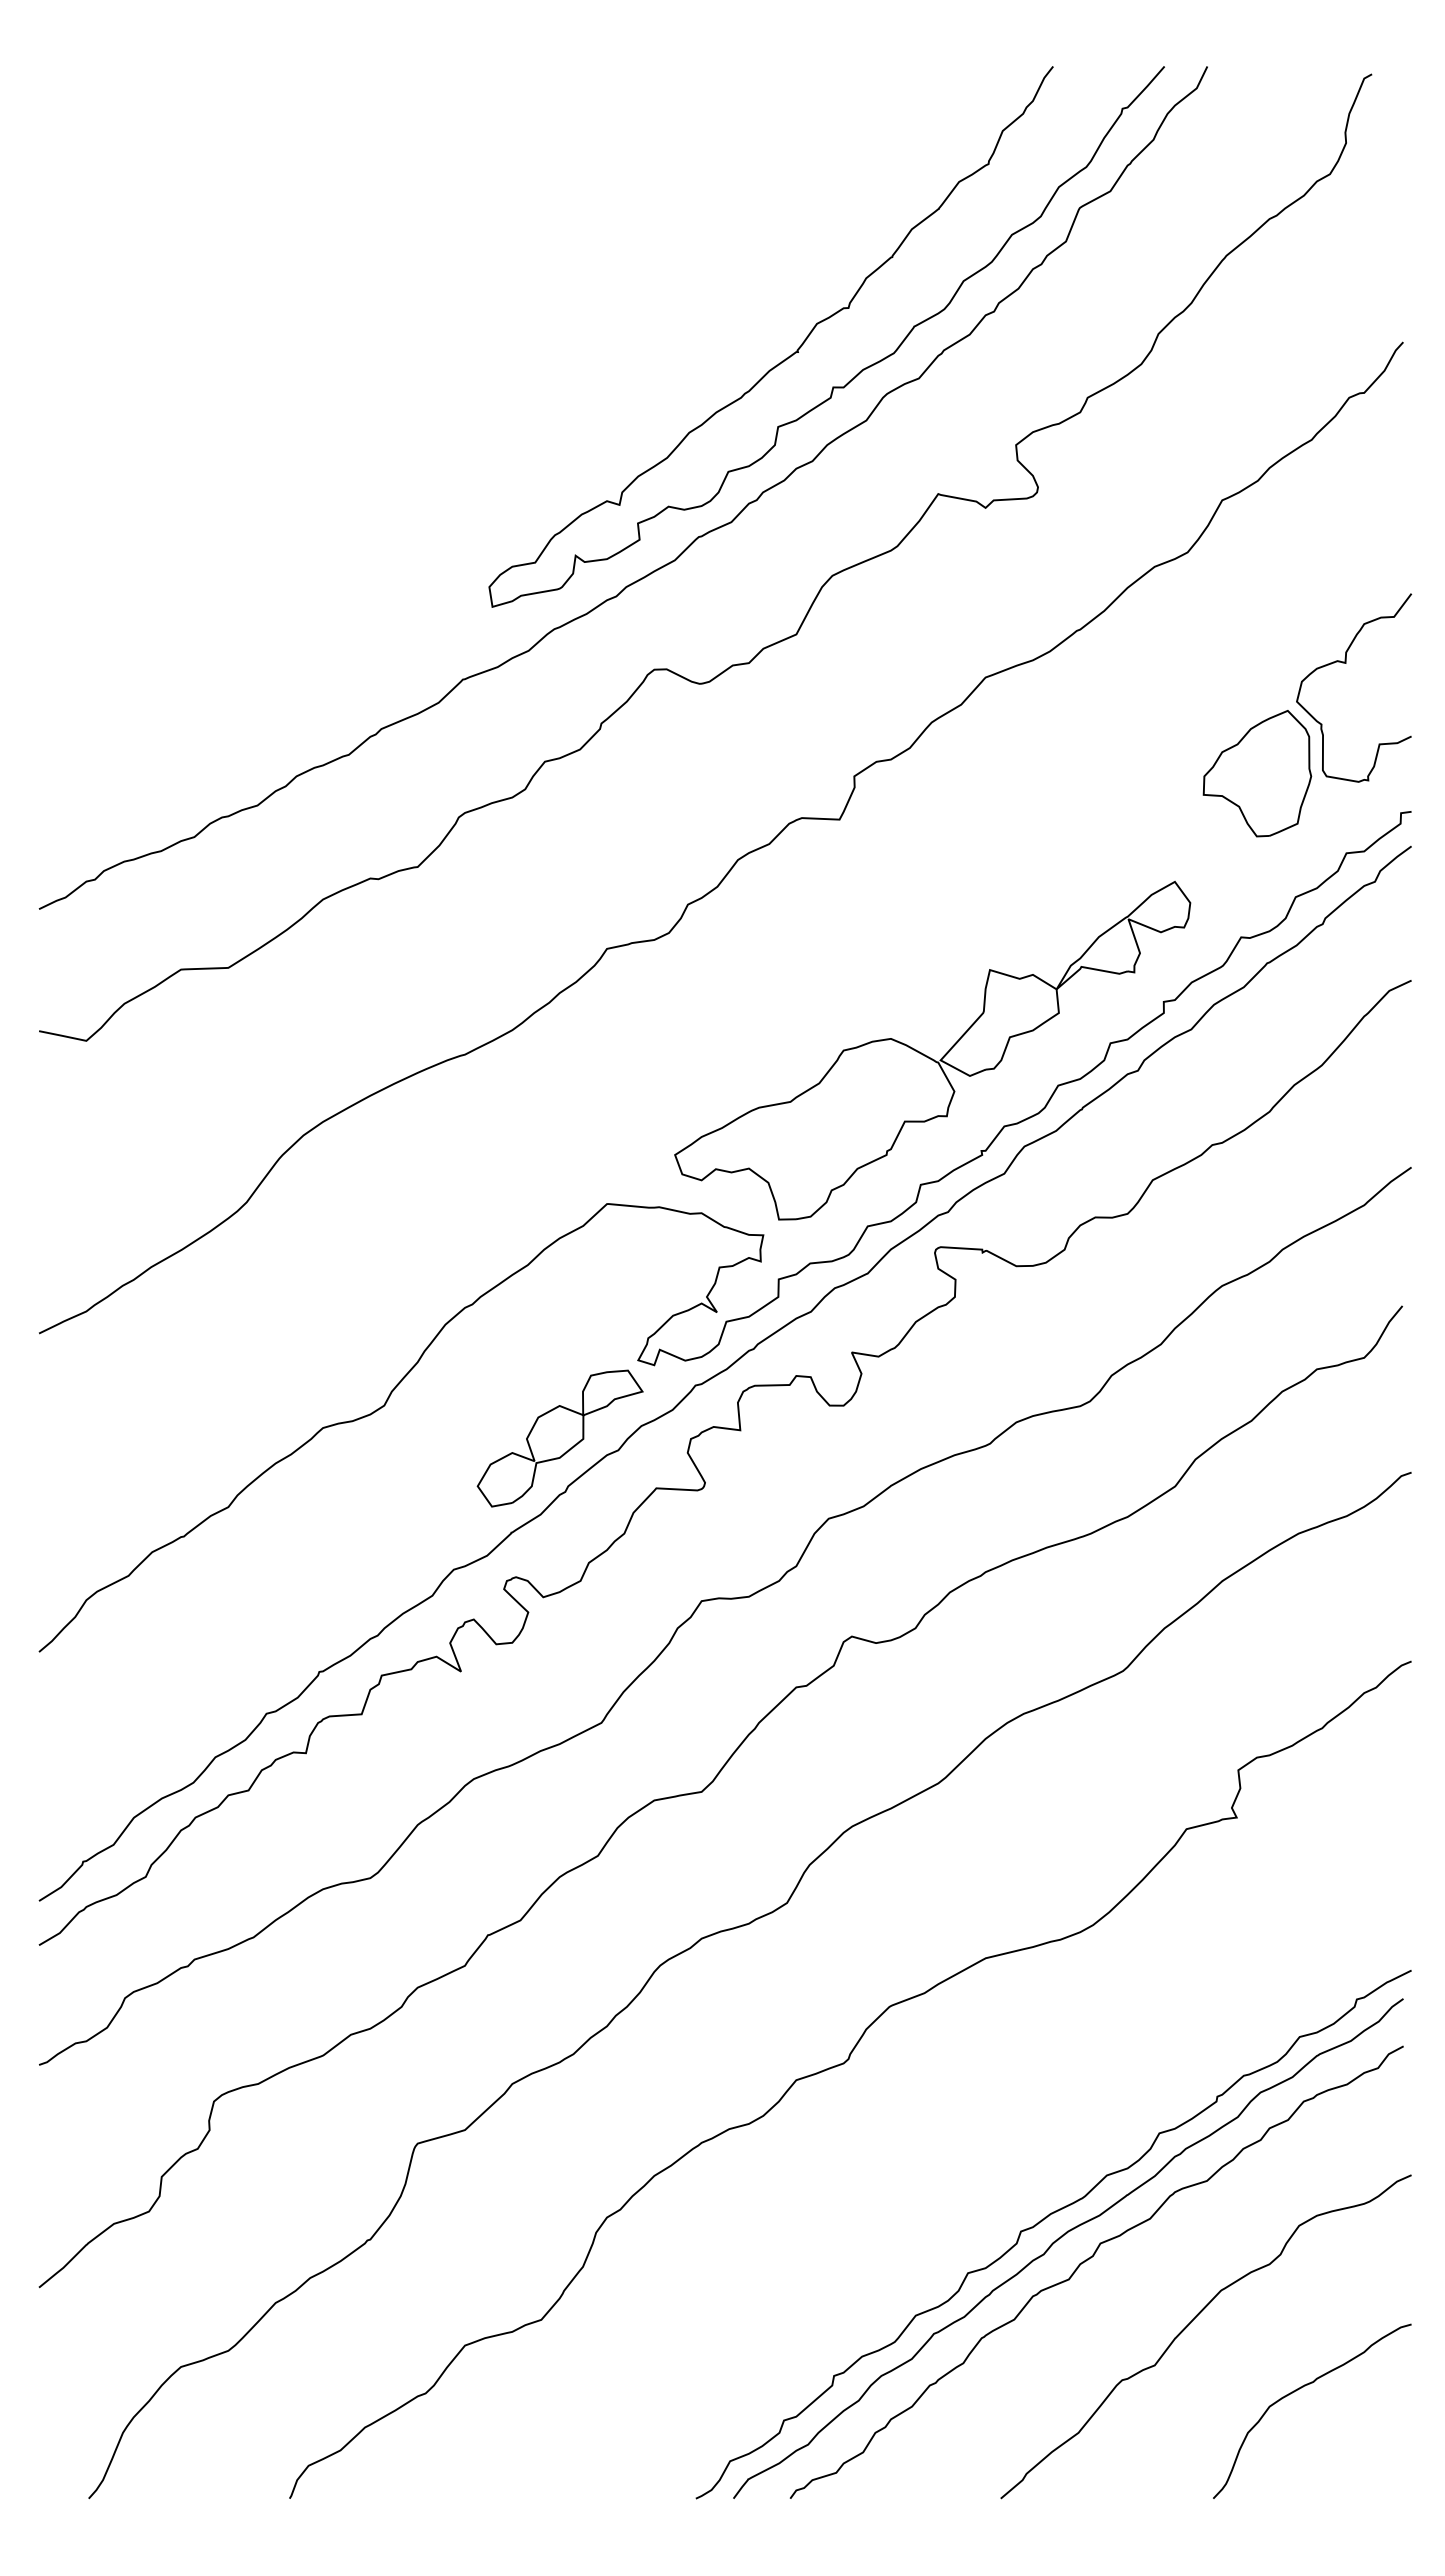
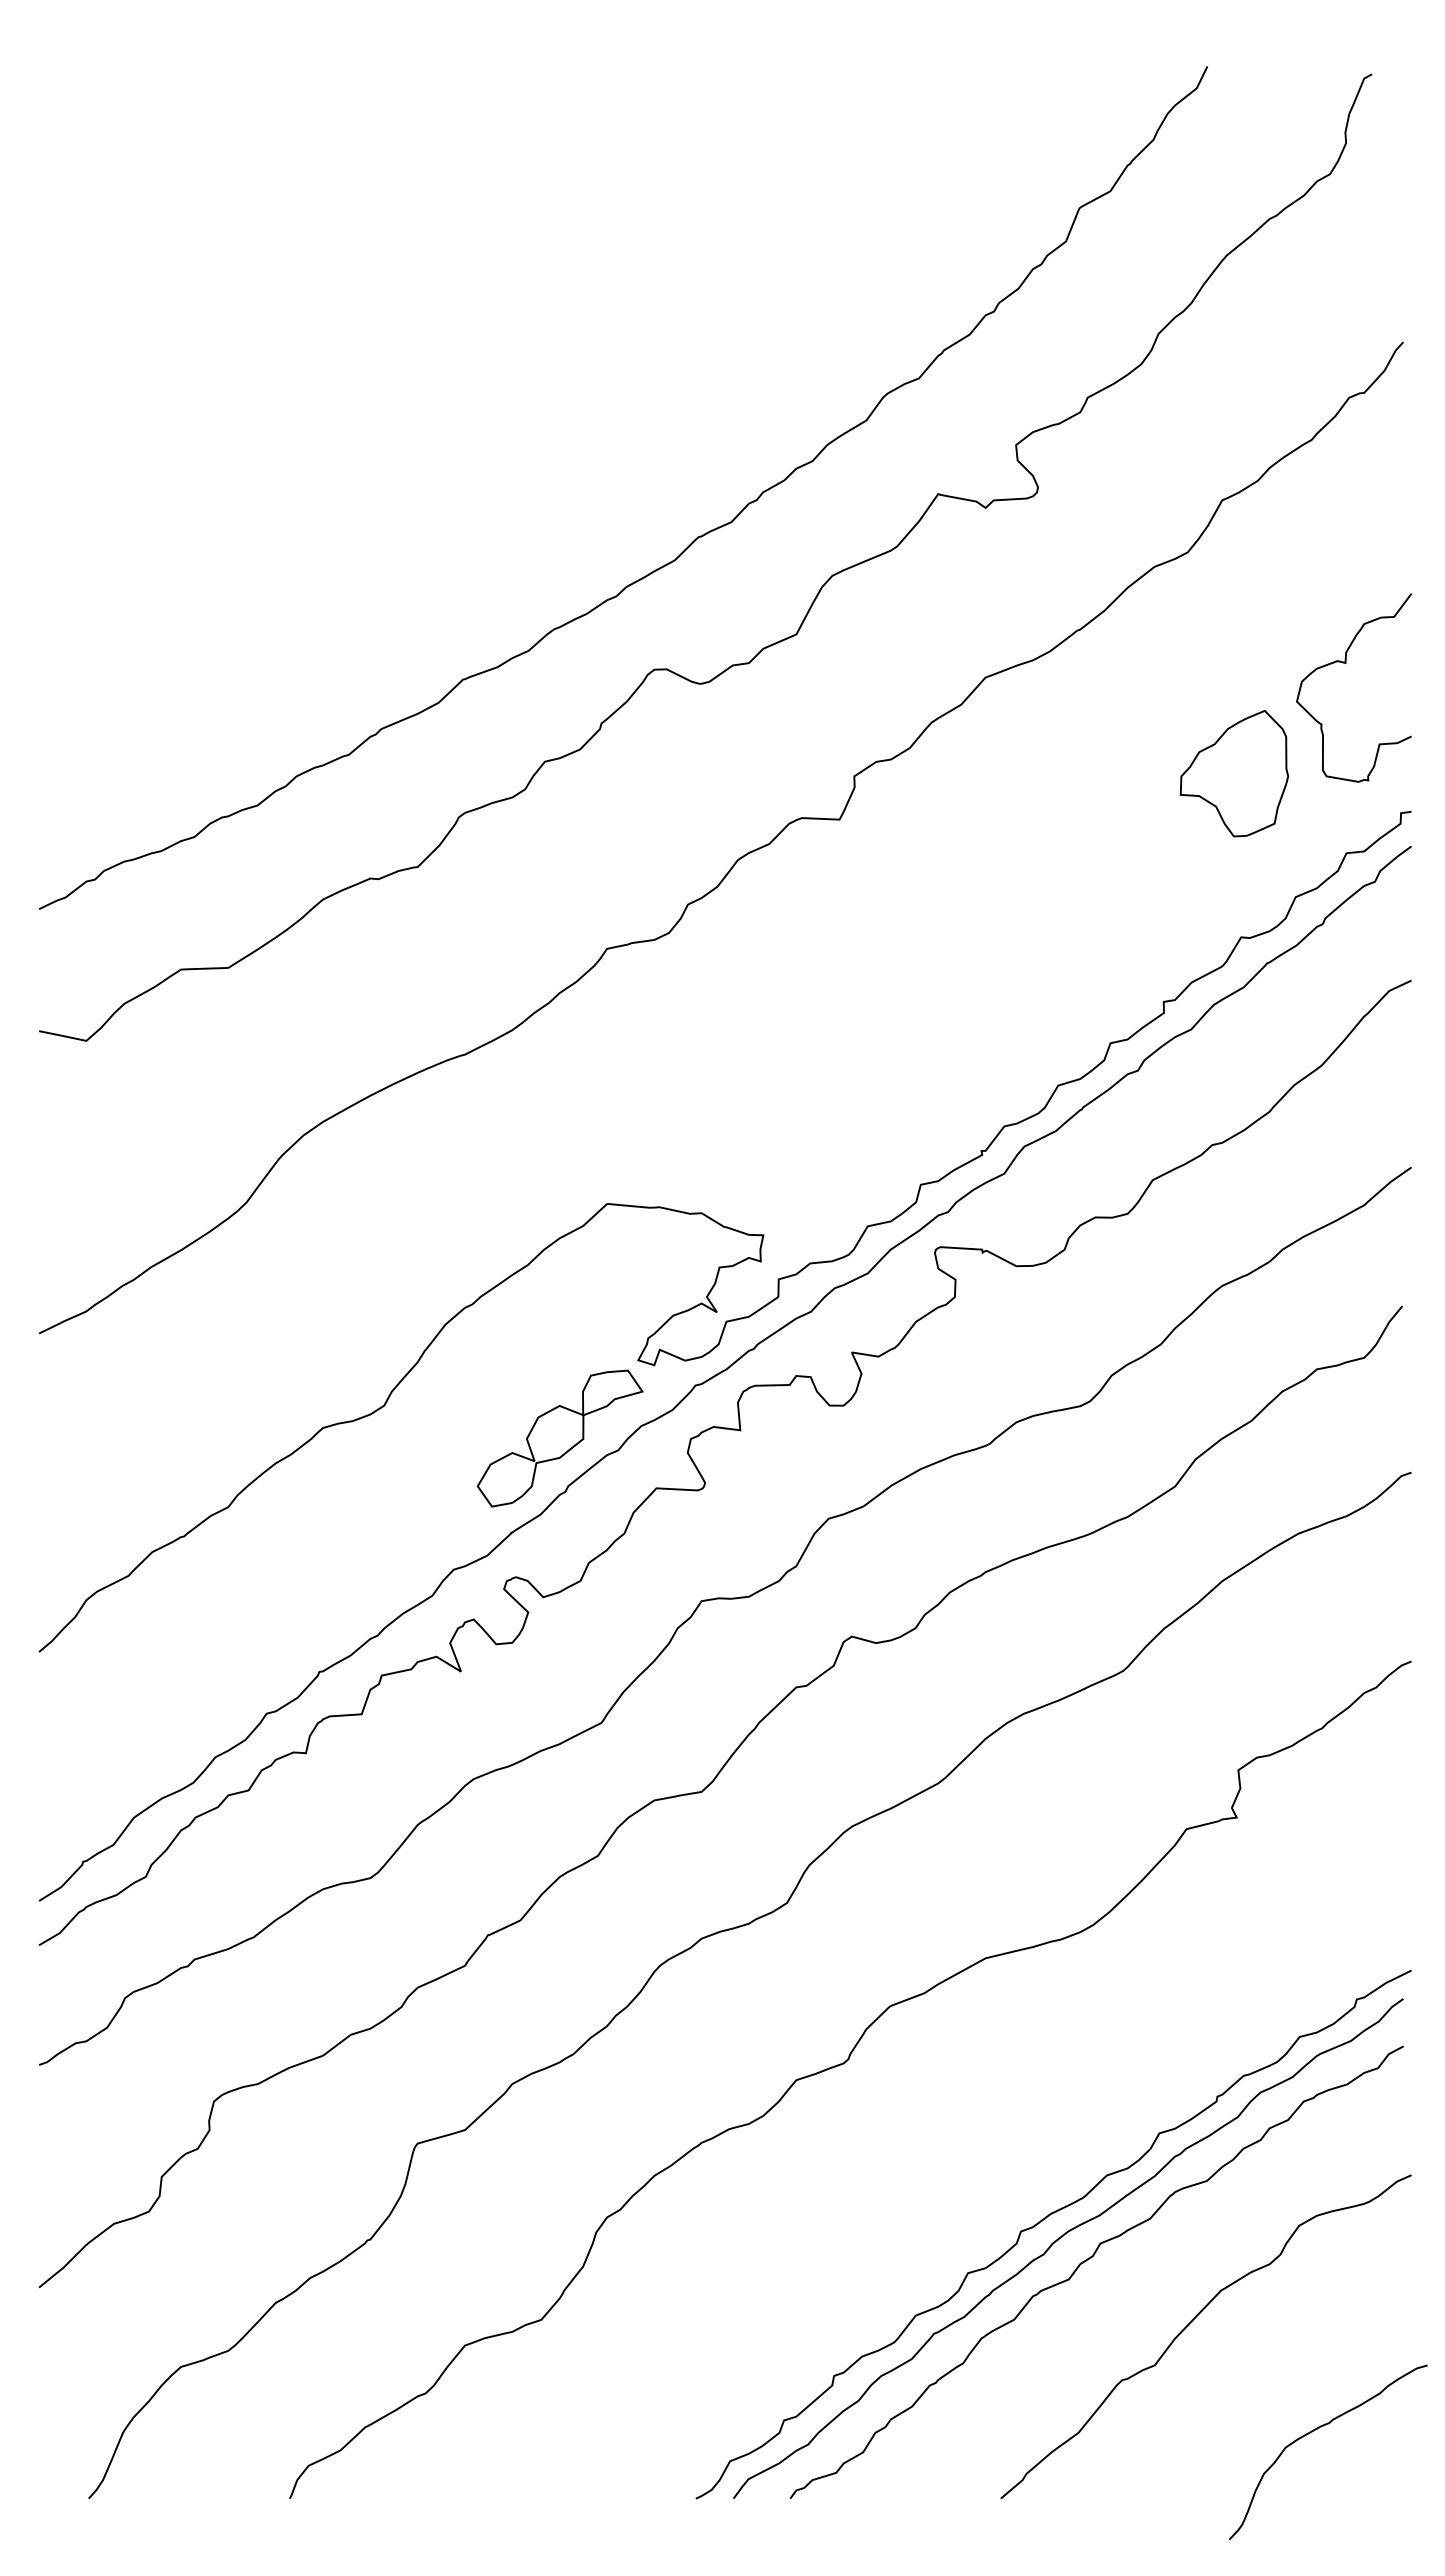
curve at (814, 329): present -> none
part at (1257, 773) position: (1257, 773) -> (1234, 773)
part at (929, 1056): present -> none
curve at (1298, 2390) position: (1298, 2390) -> (1314, 2431)
